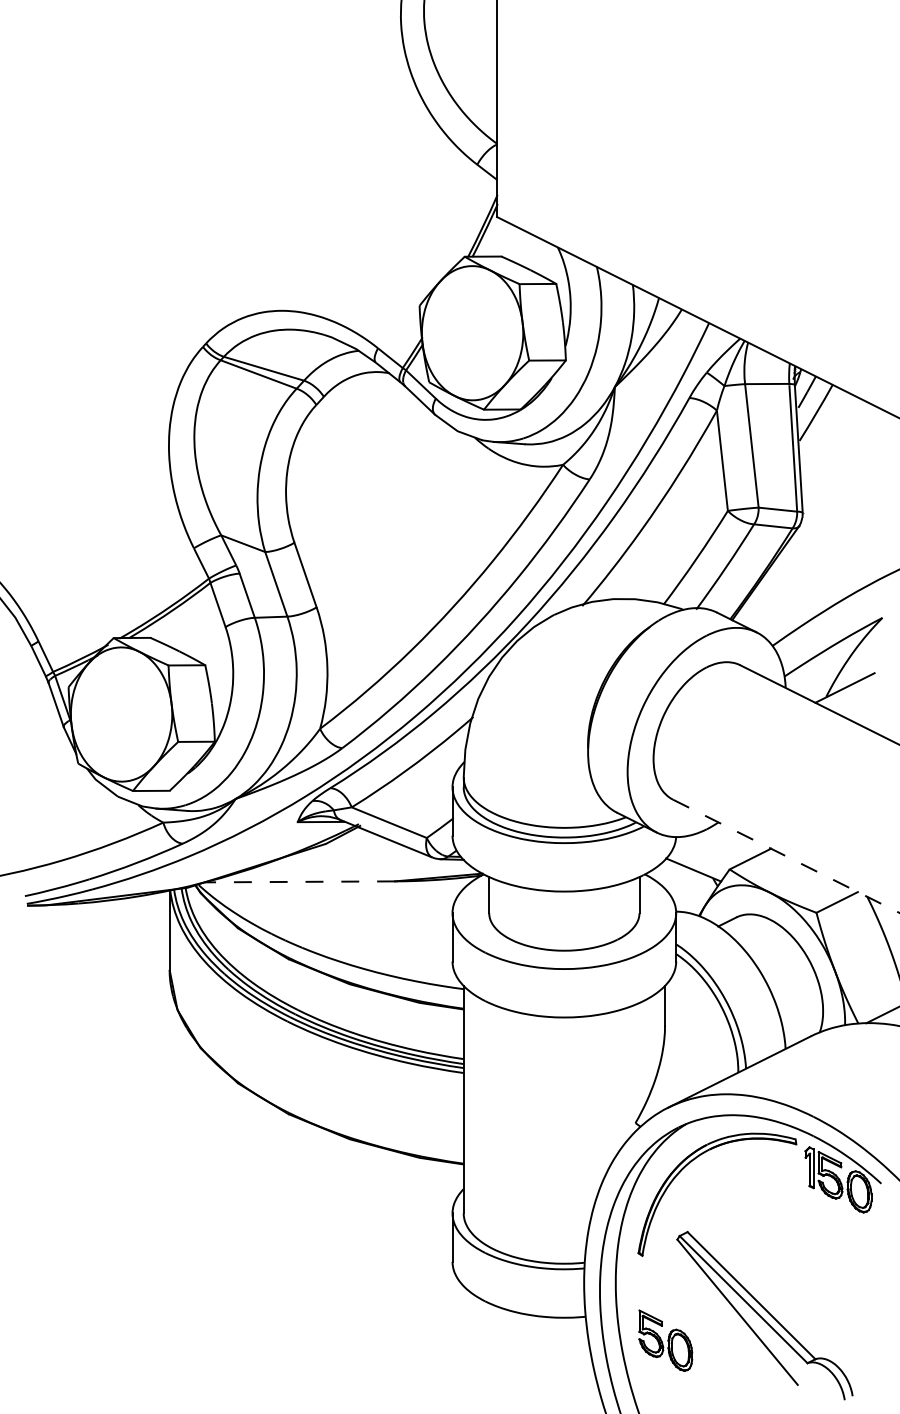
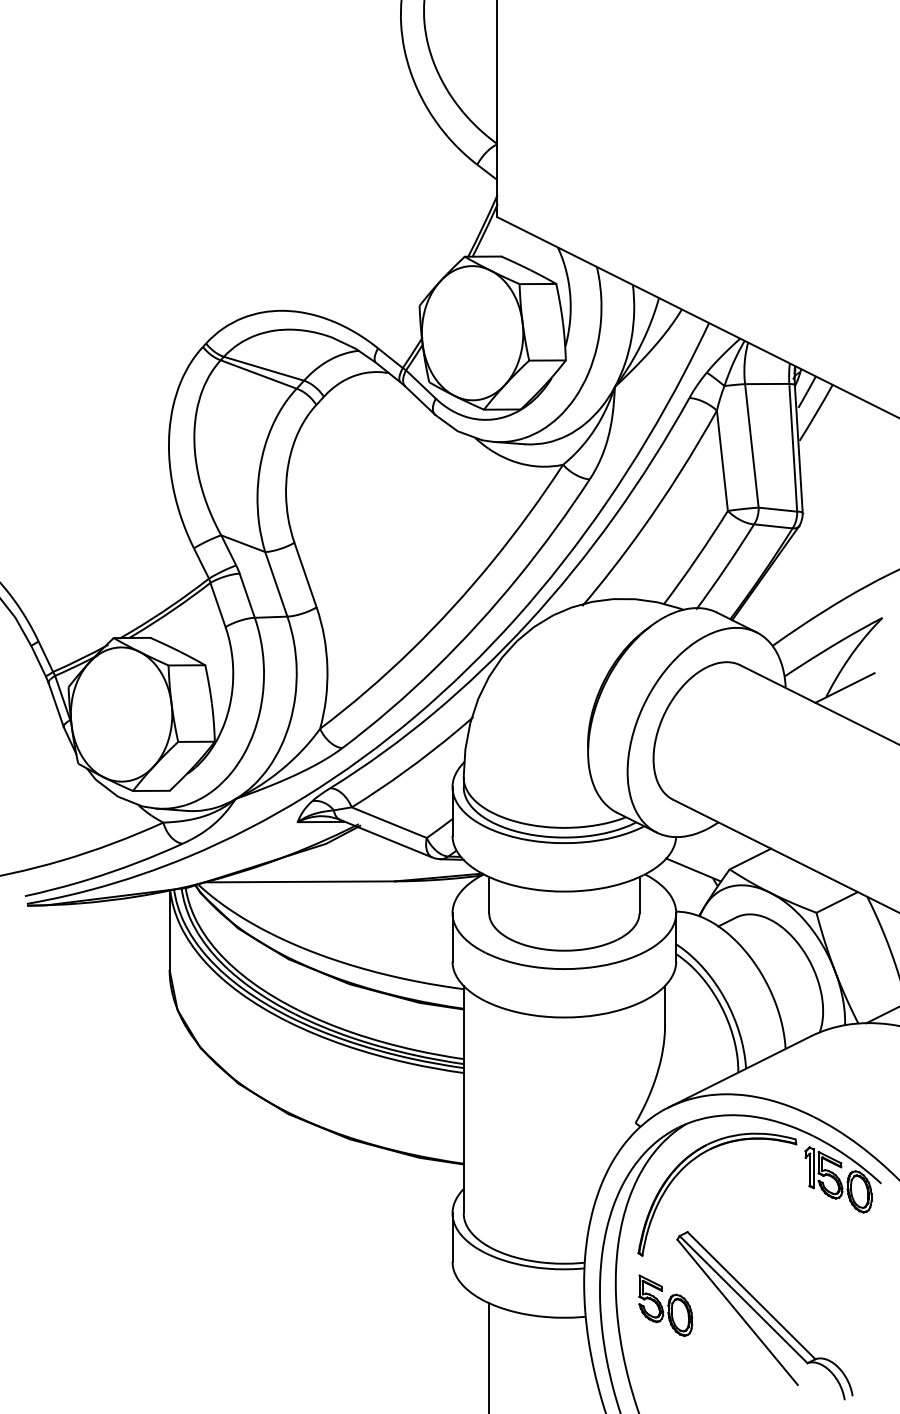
line at (786, 856): dashed -> solid
line at (299, 881): dashed -> solid
part at (665, 1340) position: (665, 1340) -> (665, 1305)
line at (489, 1356): none -> present
